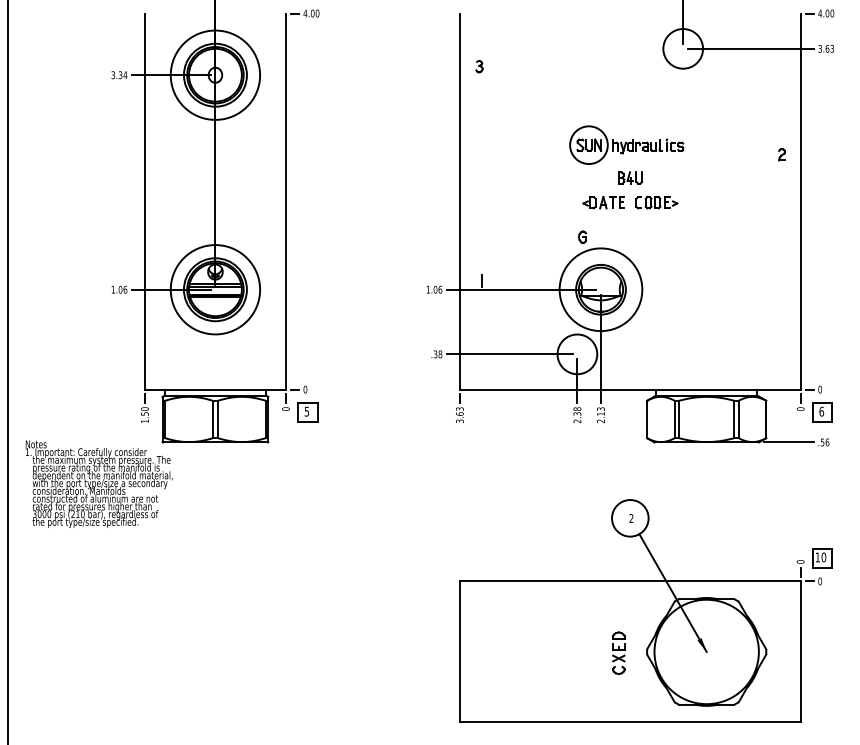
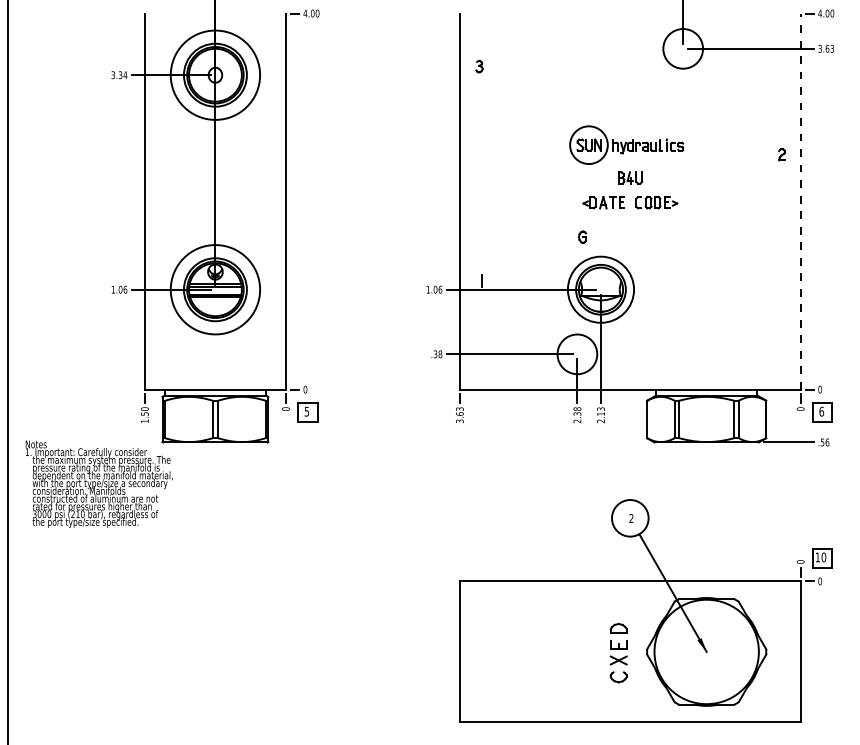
line at (800, 201): solid -> dashed
circle at (600, 289) diameter: 83 px -> 66 px
part at (618, 653) size: 14x45 px -> 19x61 px
